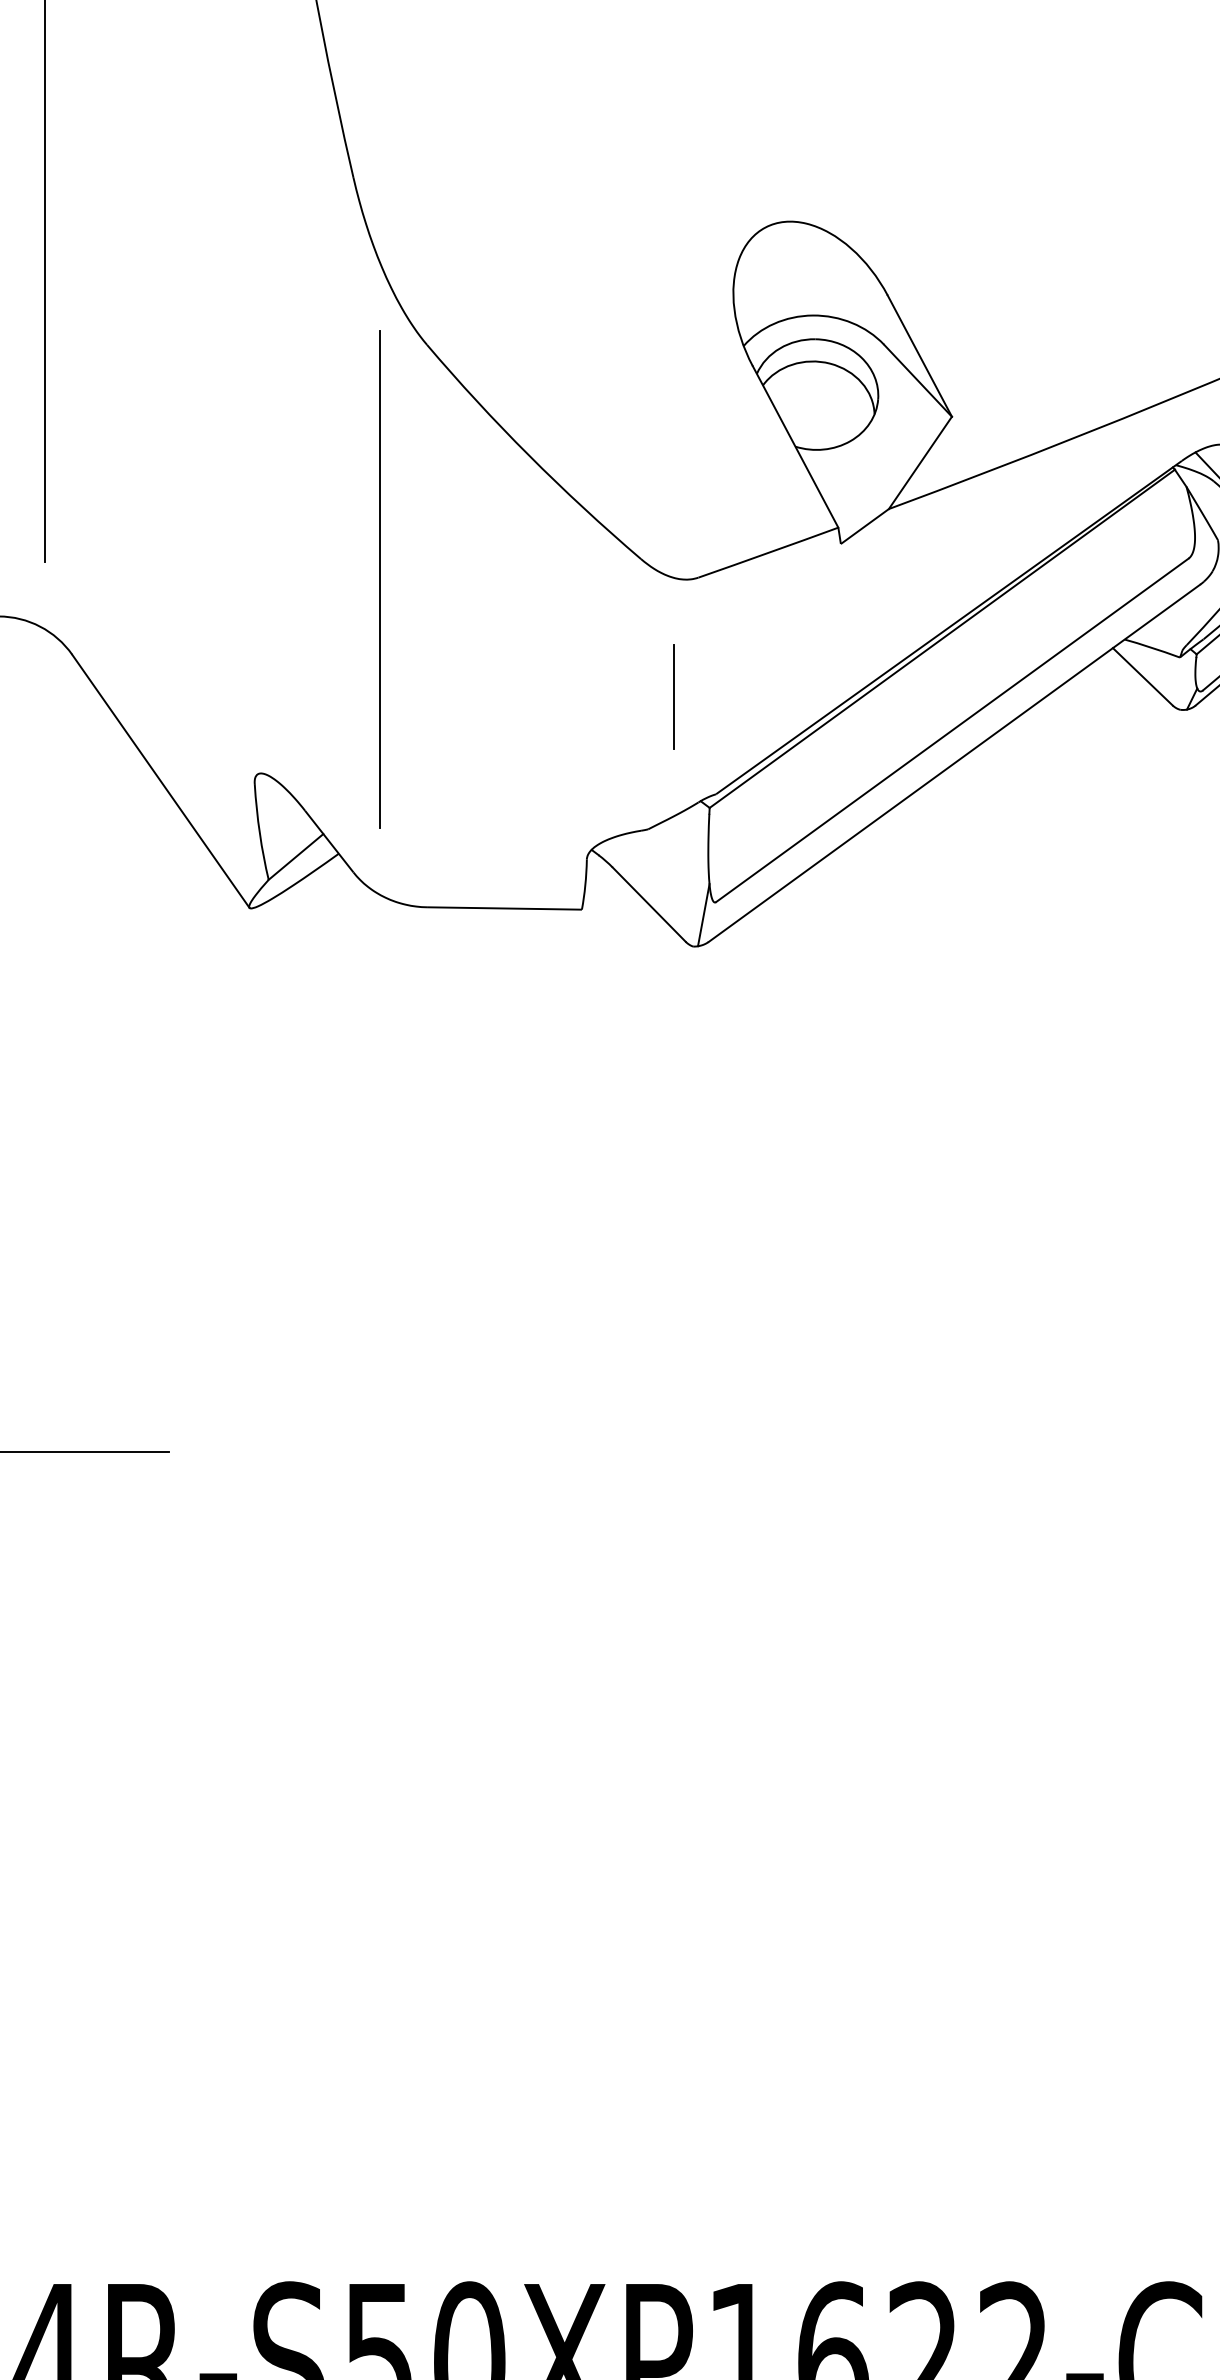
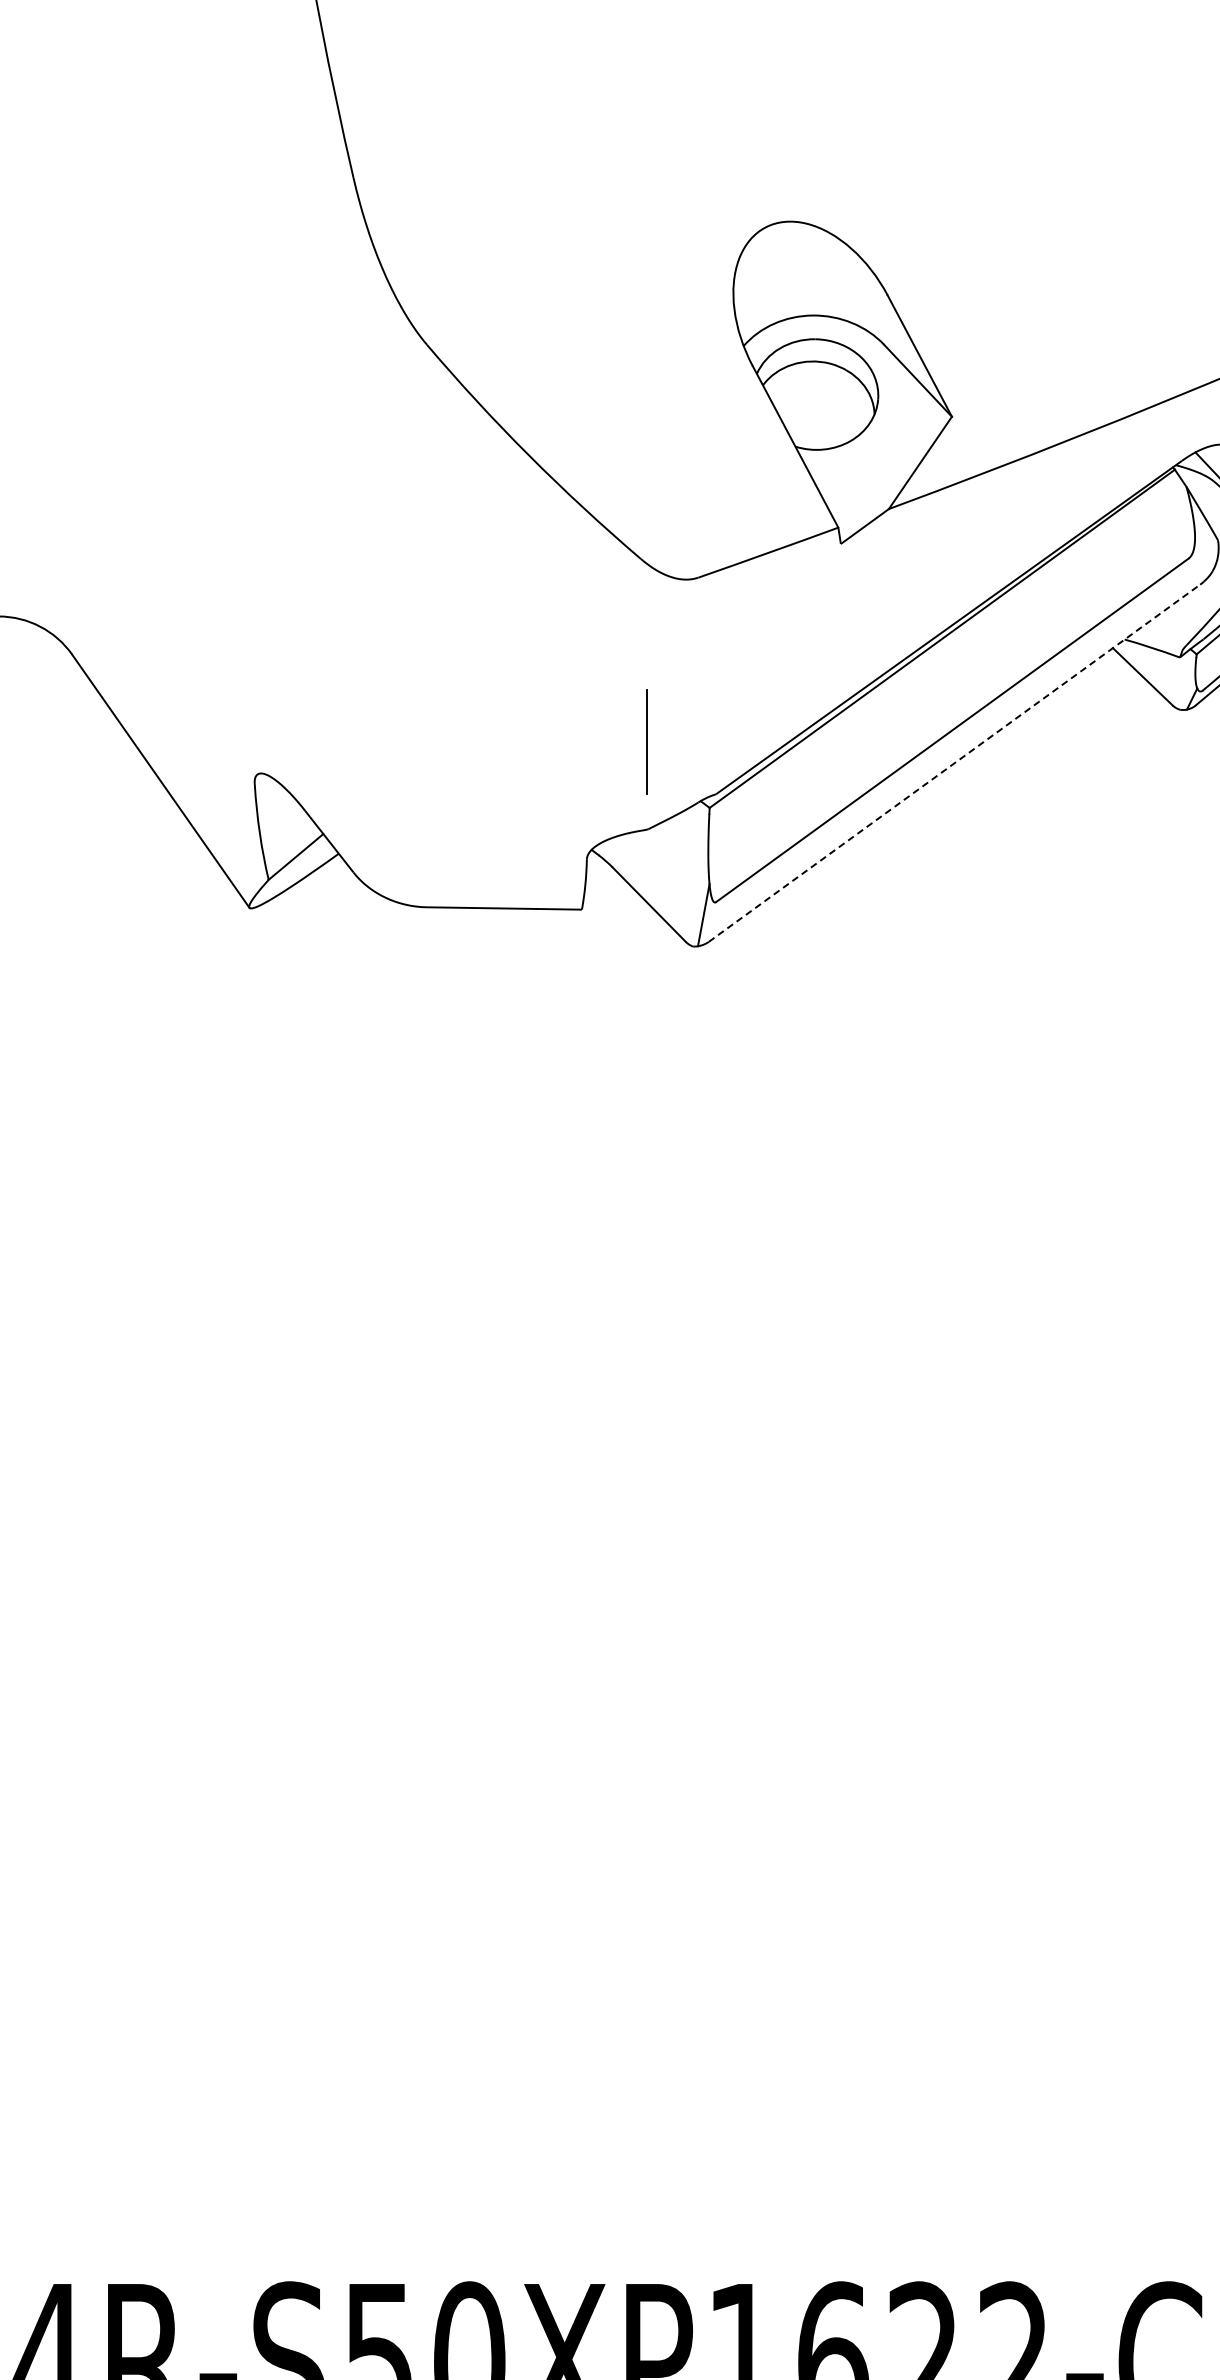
line at (45, 282): present -> none
line at (379, 579): present -> none
line at (673, 696) position: (673, 696) -> (646, 741)
line at (954, 763): solid -> dashed
line at (85, 1452): present -> none
